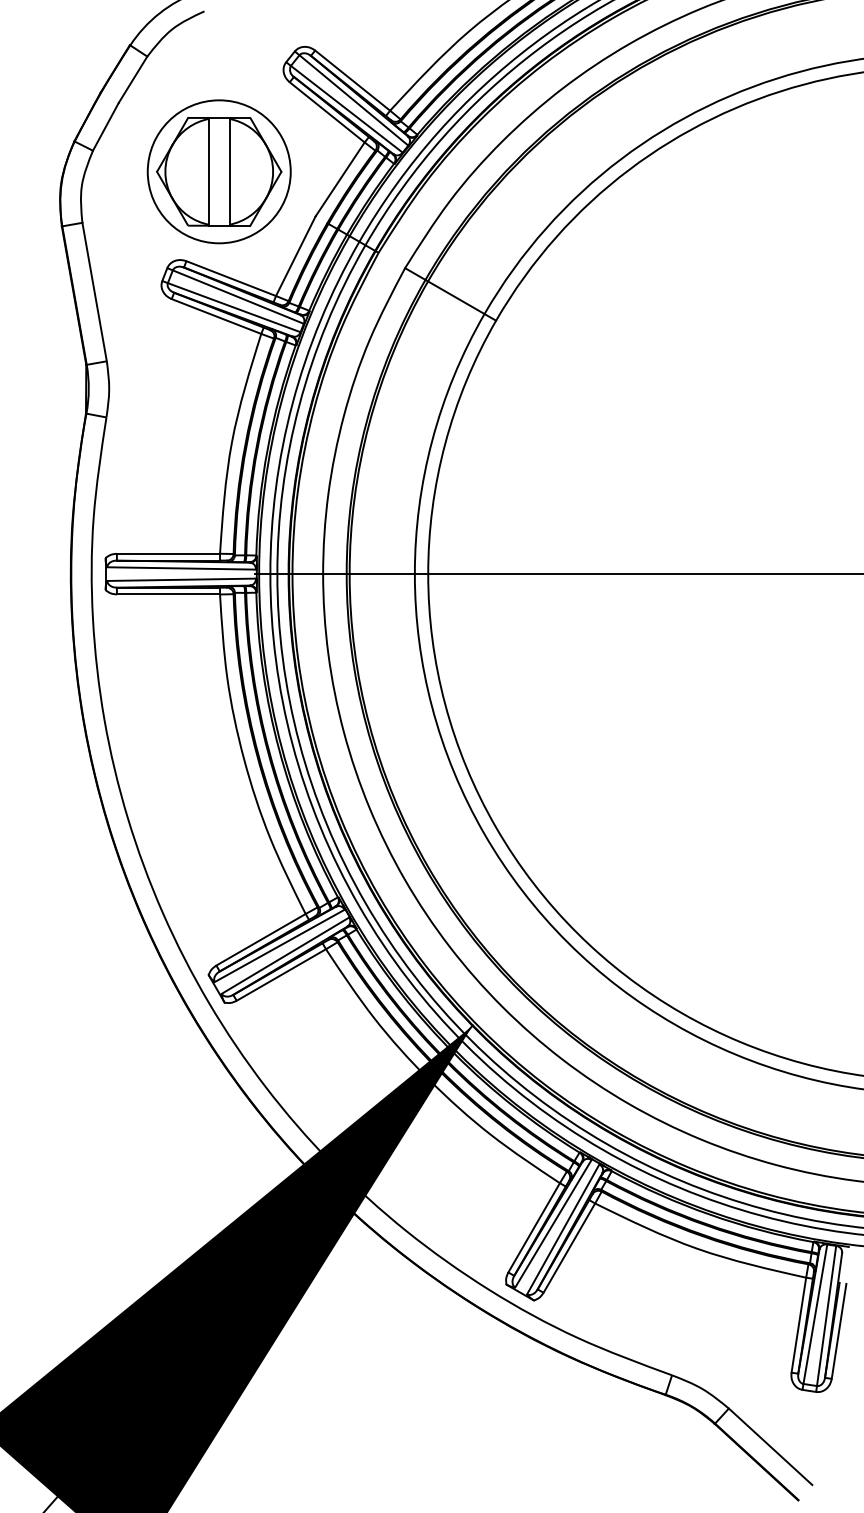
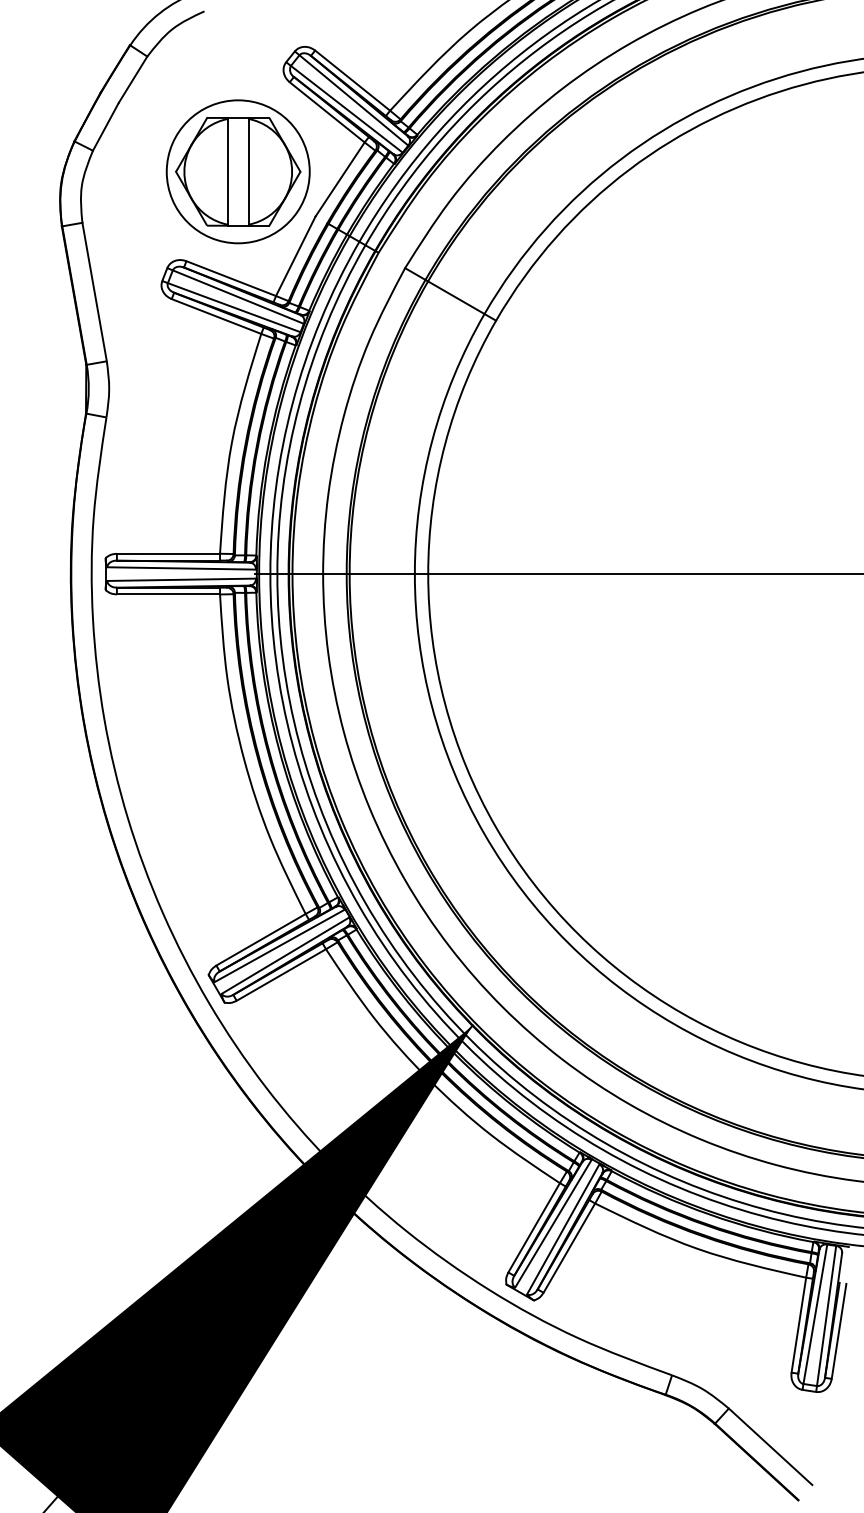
part at (218, 171) position: (218, 171) -> (237, 171)
